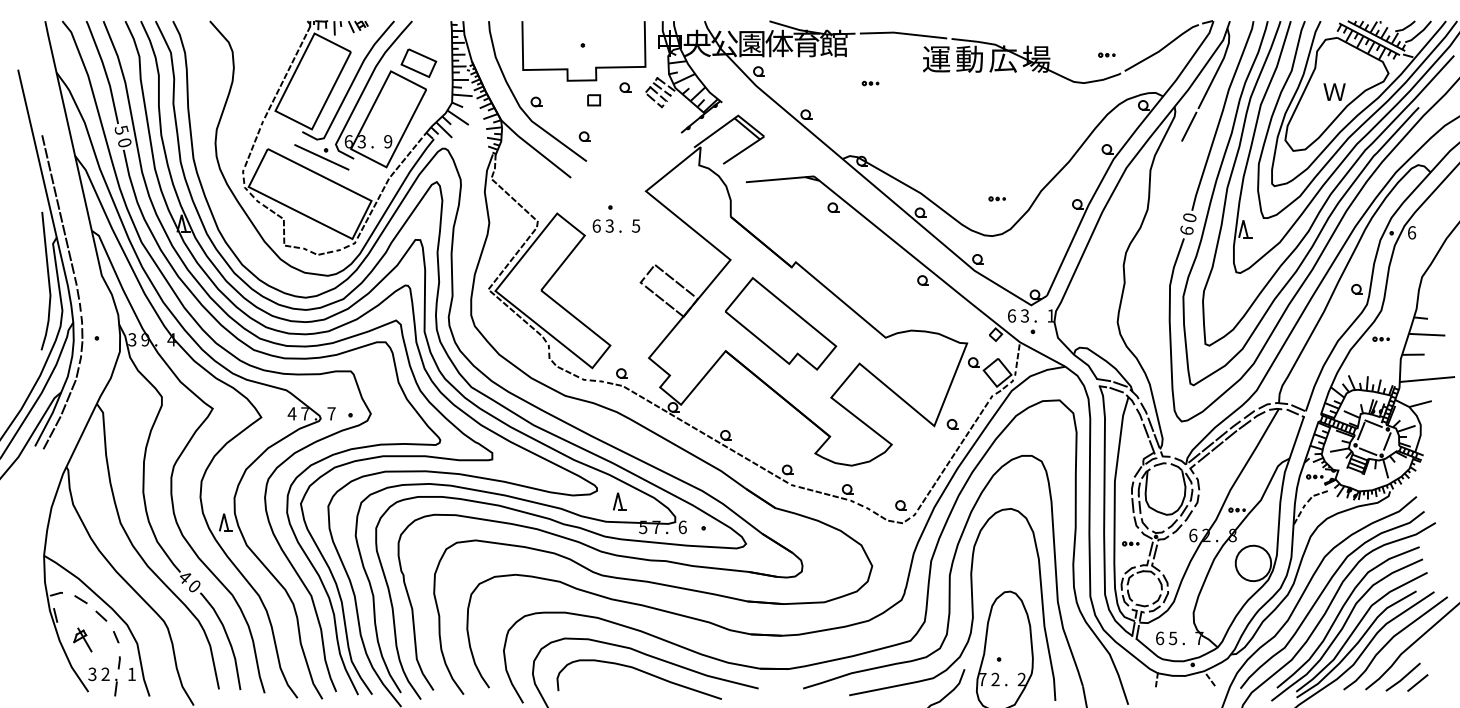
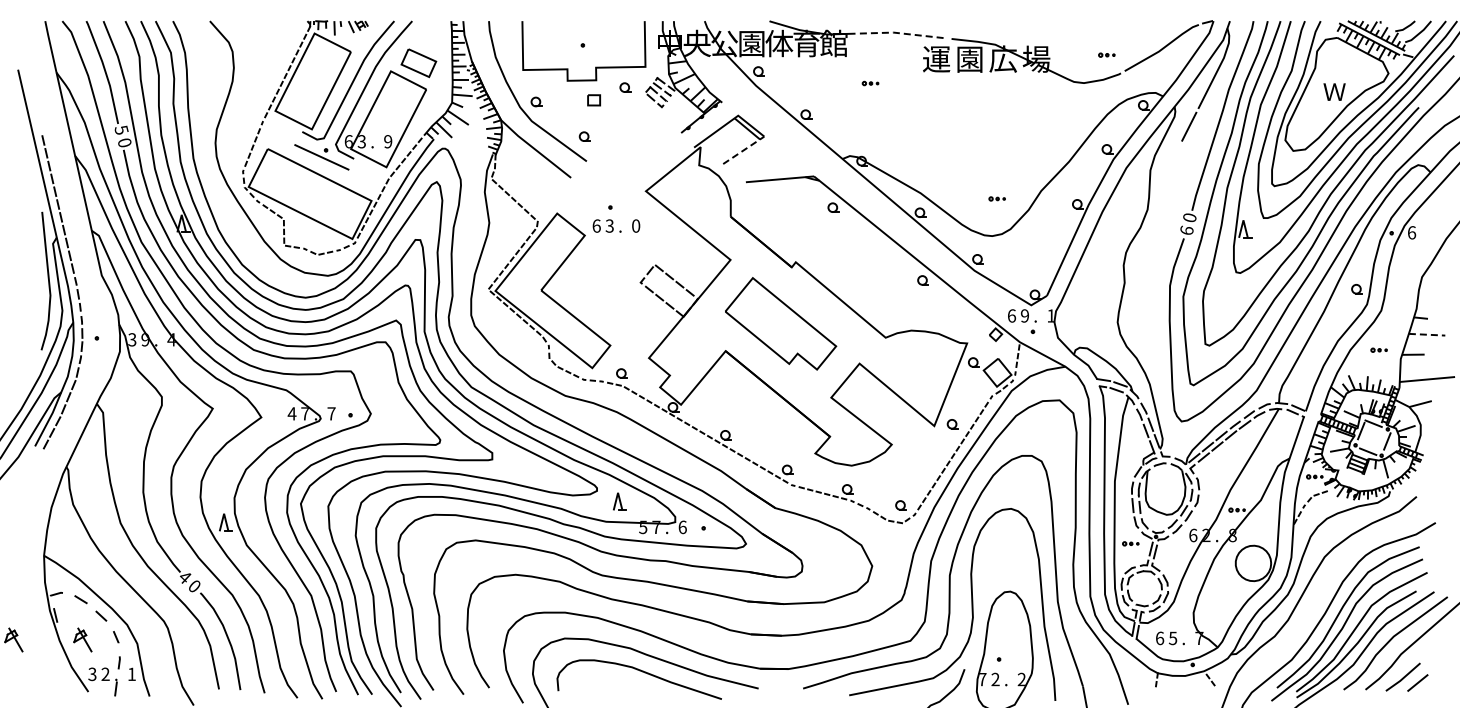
line at (903, 33): solid -> dashed
text at (969, 58): 動 -> 園
line at (743, 150): solid -> dashed
text at (636, 225): 5 -> 0
text at (1024, 315): 3 -> 9
line at (1427, 334): solid -> dashed
part at (1380, 338) position: (1380, 338) -> (1378, 349)
curve at (1323, 592): present -> none
part at (13, 639): none -> present
